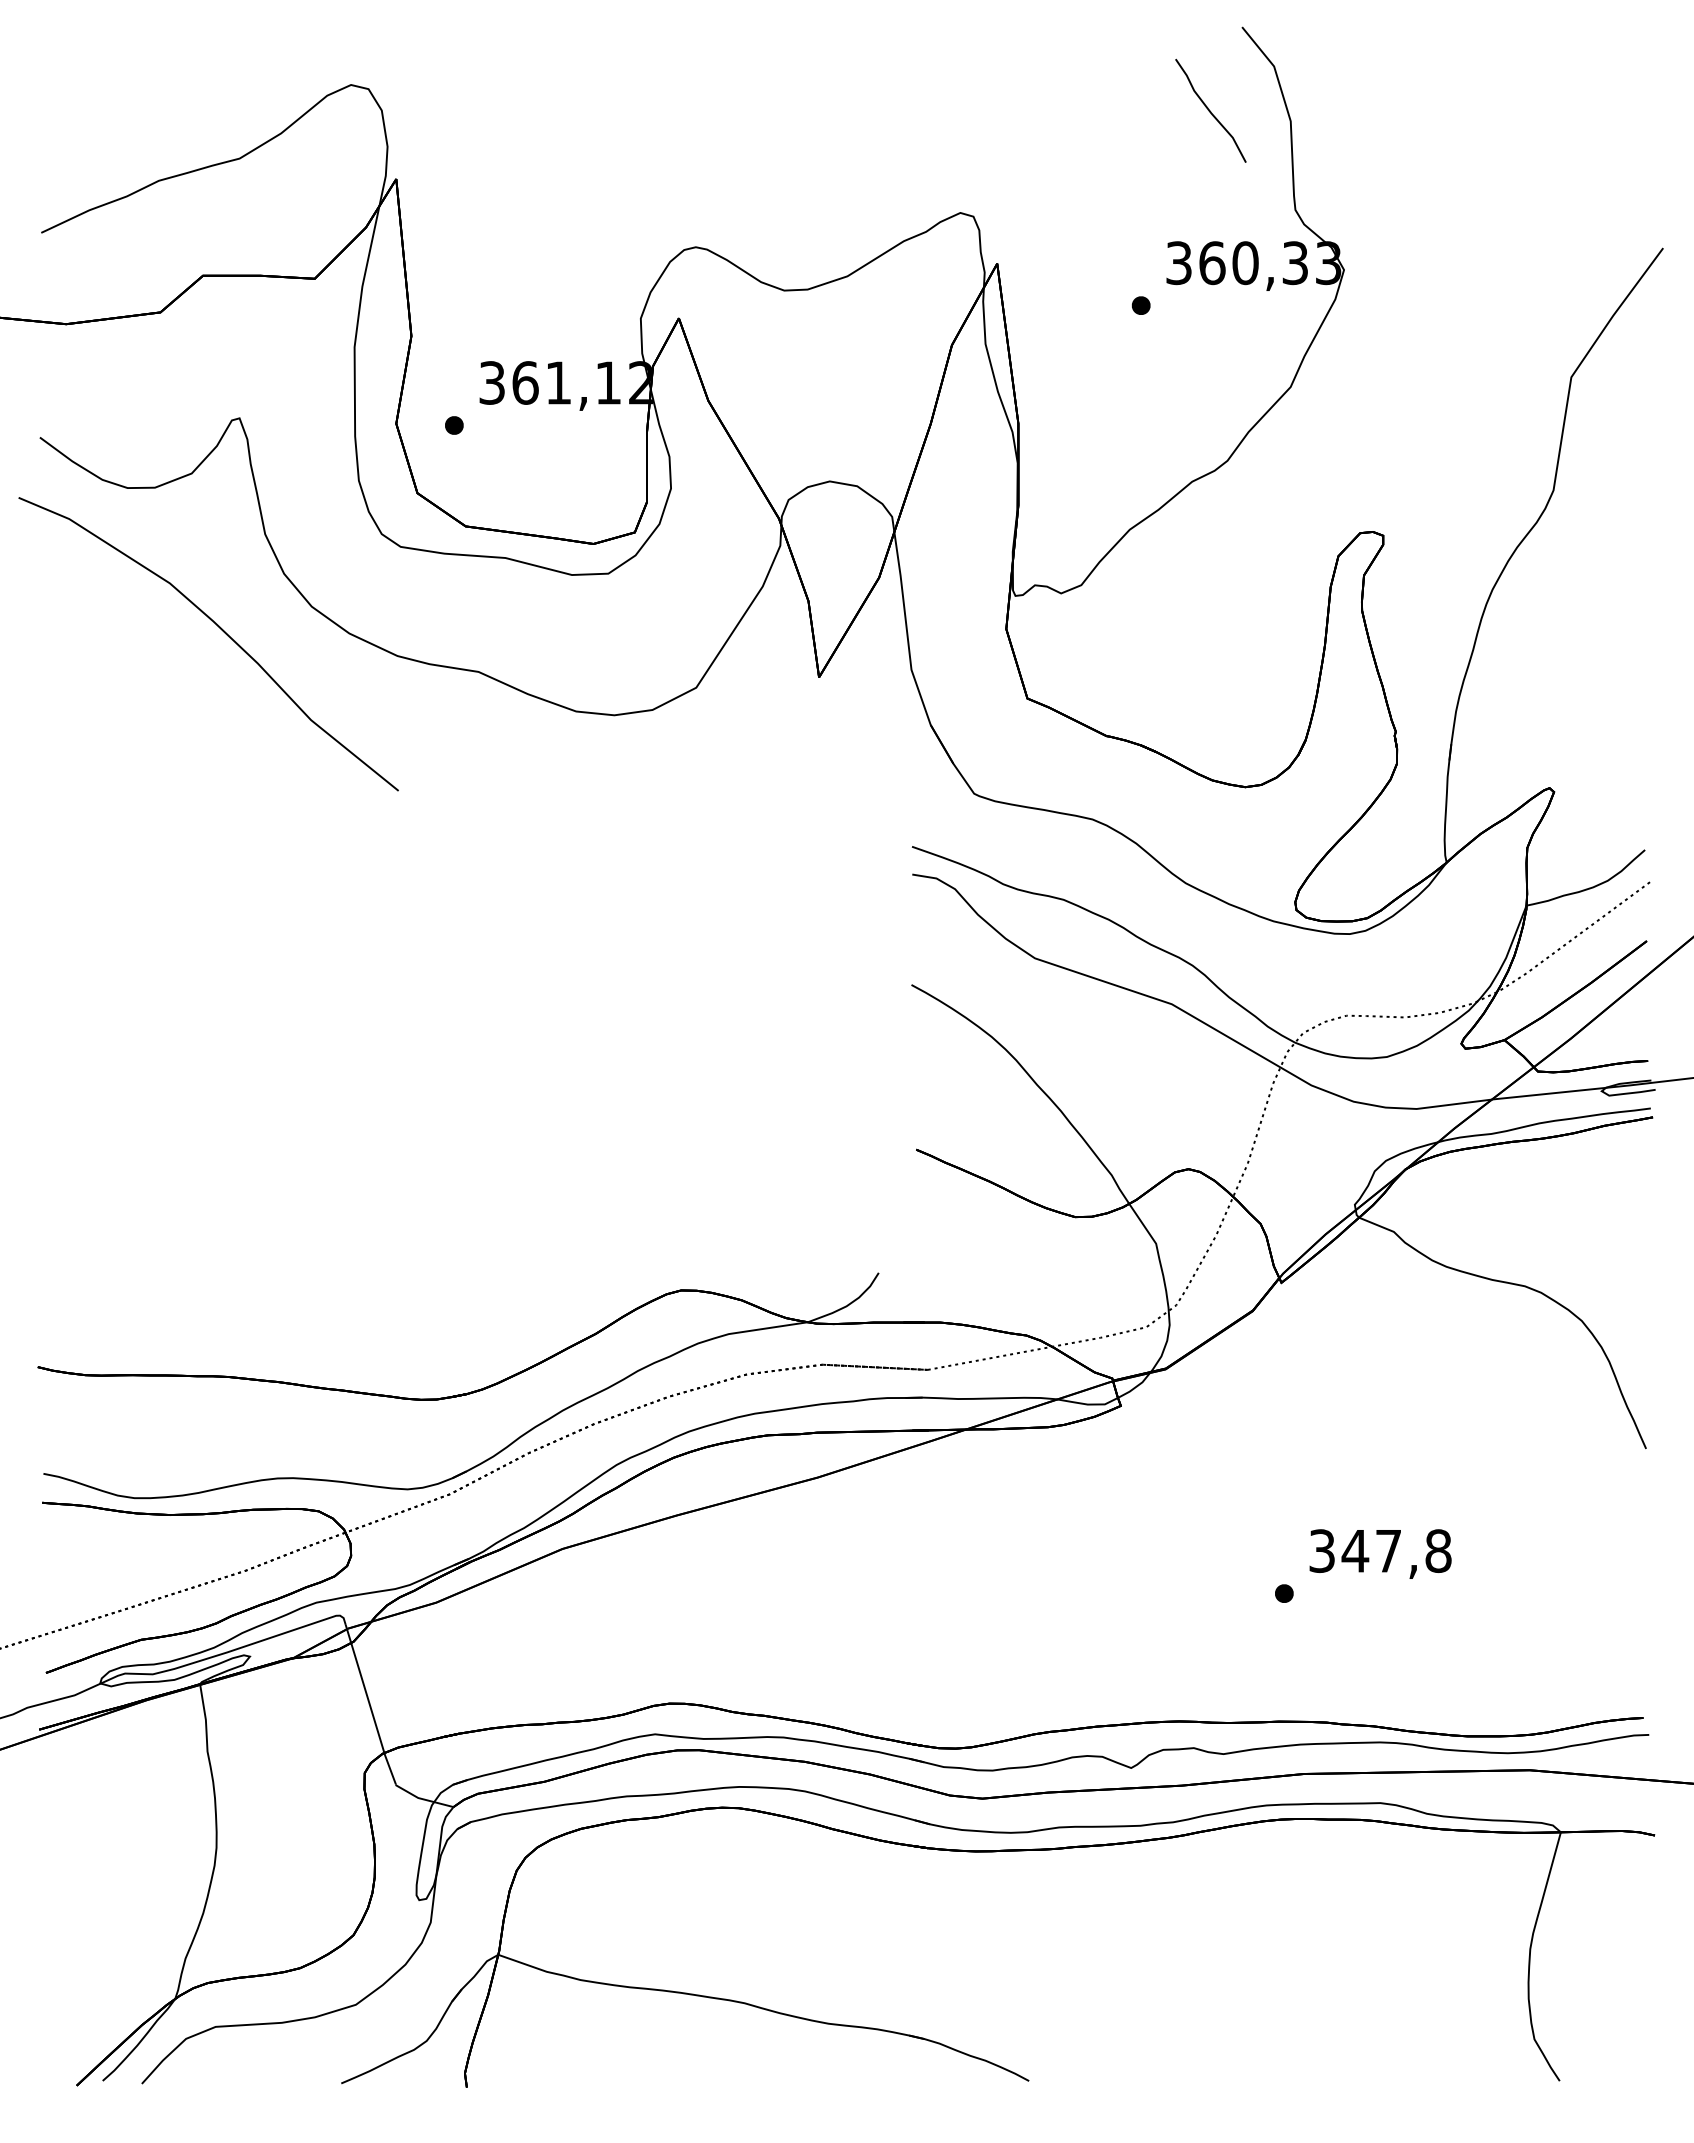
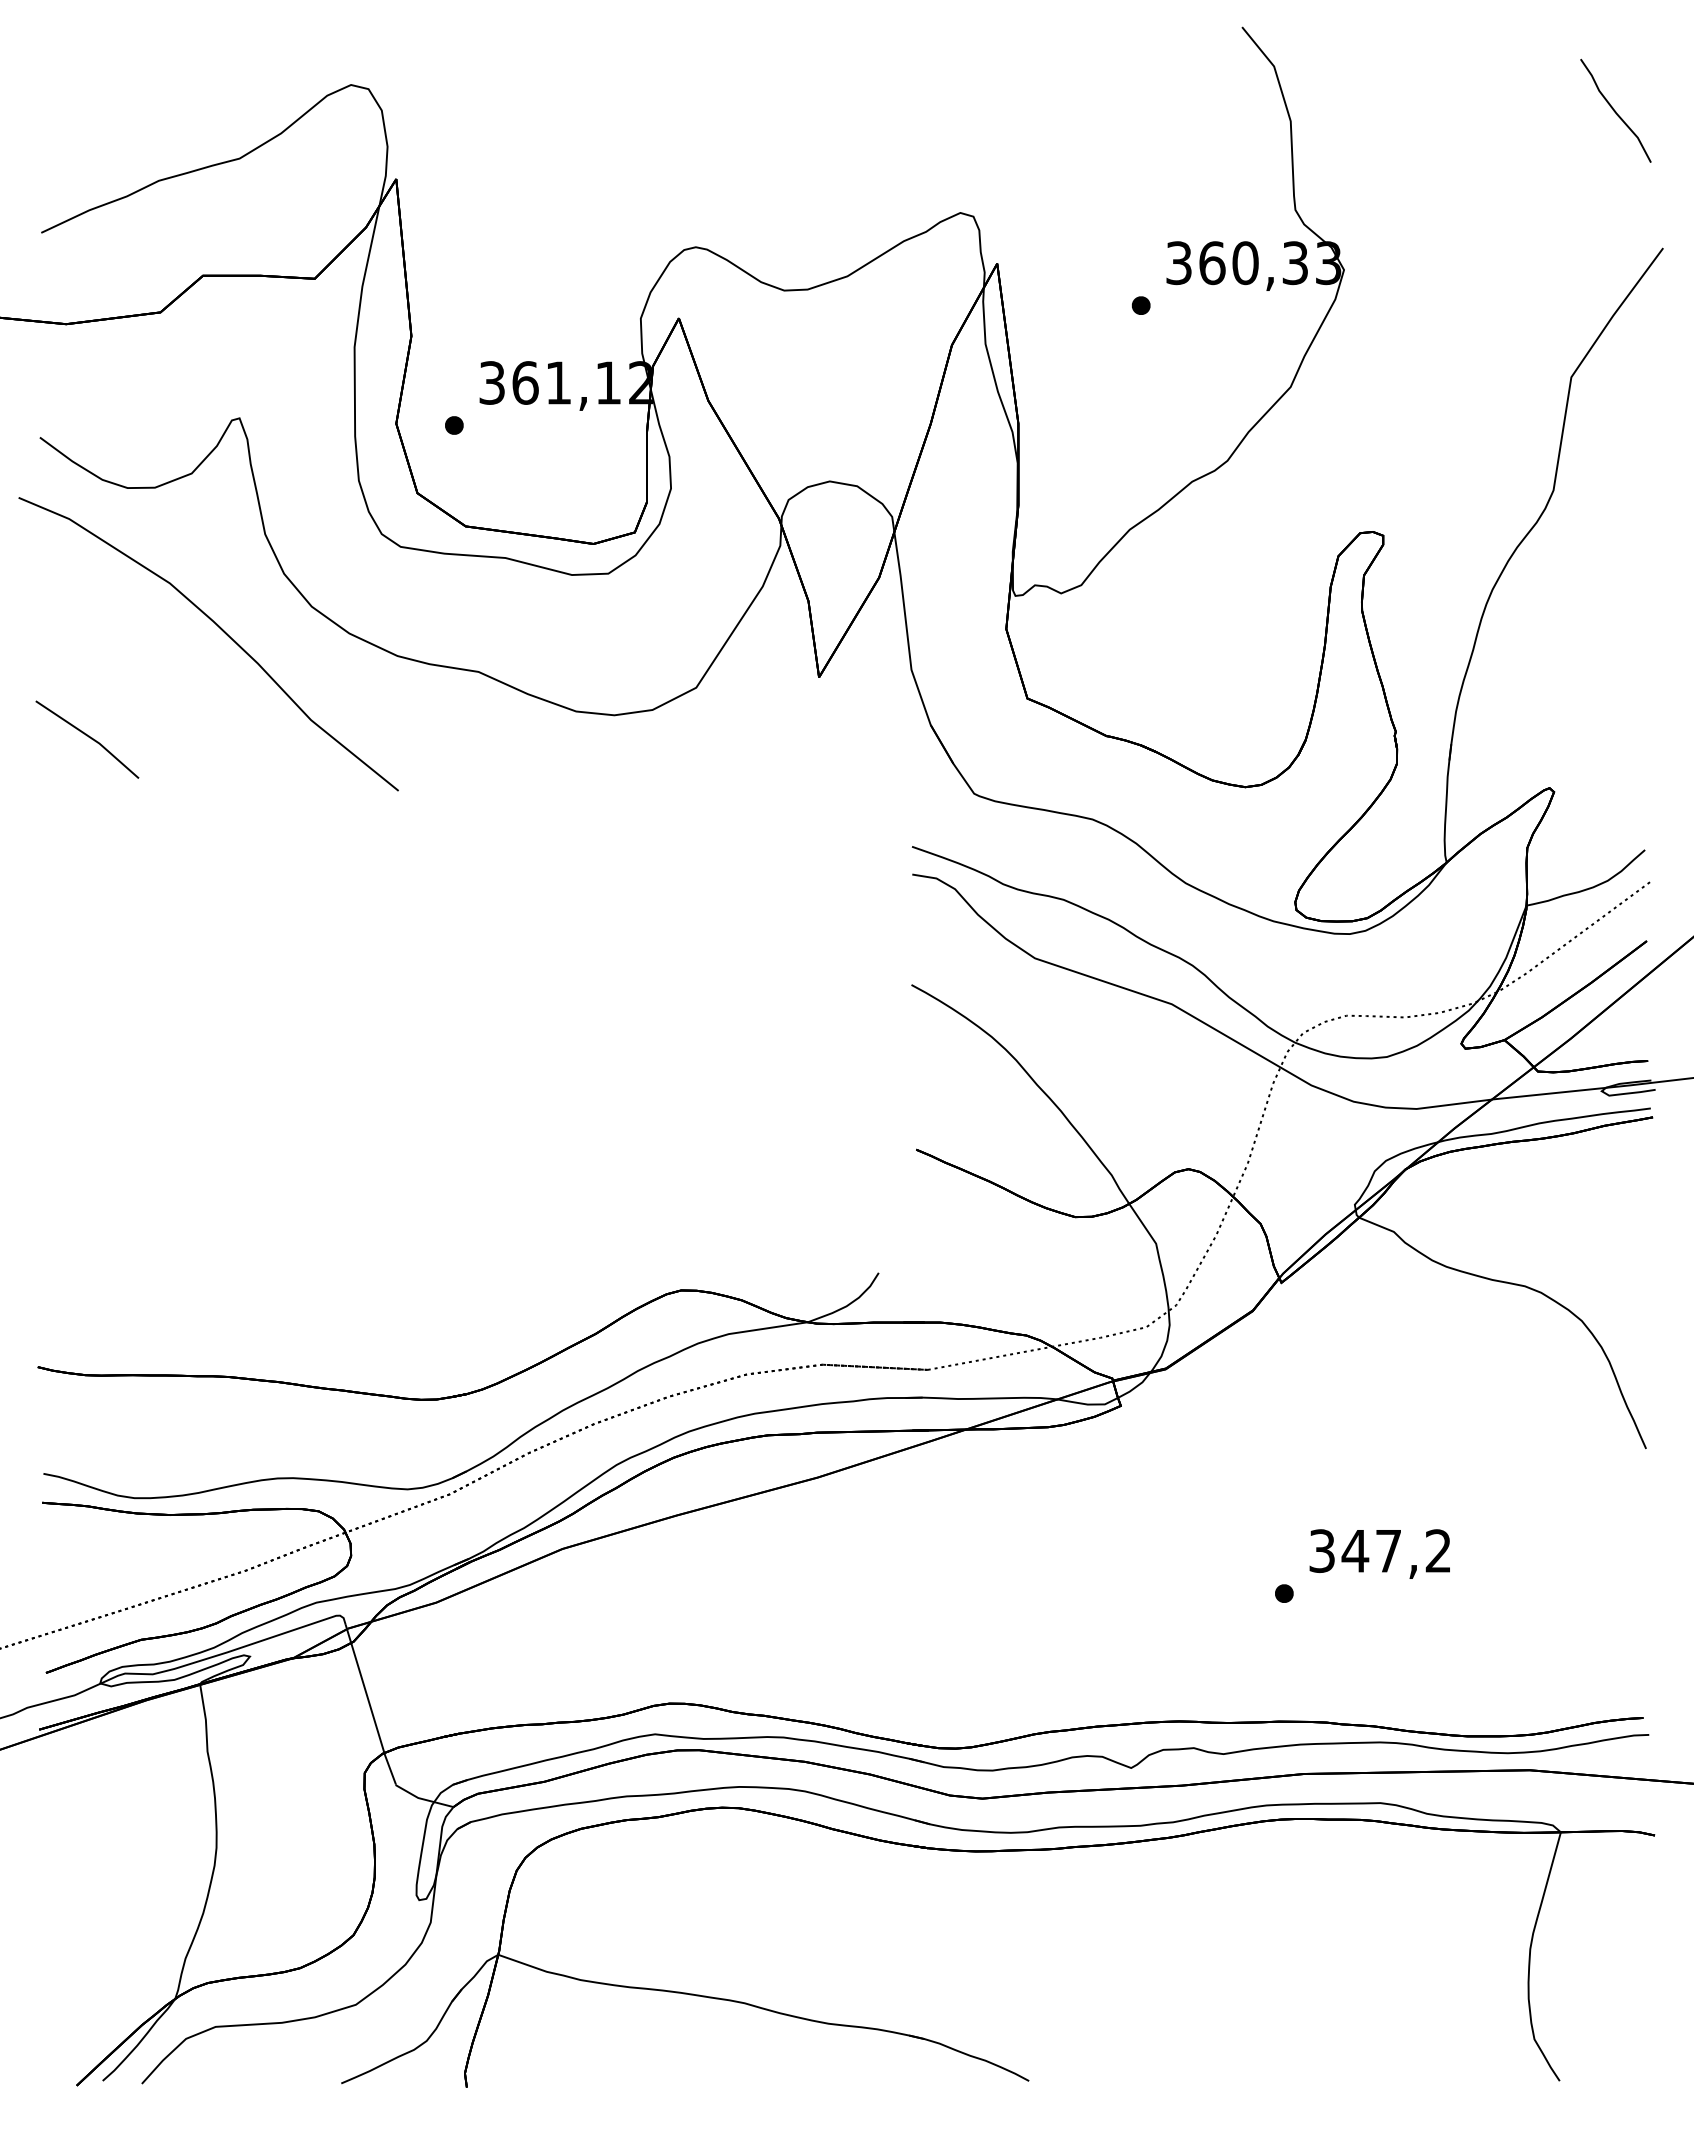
curve at (1210, 110) position: (1210, 110) -> (1615, 110)
line at (88, 737): none -> present
text at (1438, 1551): 347,8 -> 347,2
